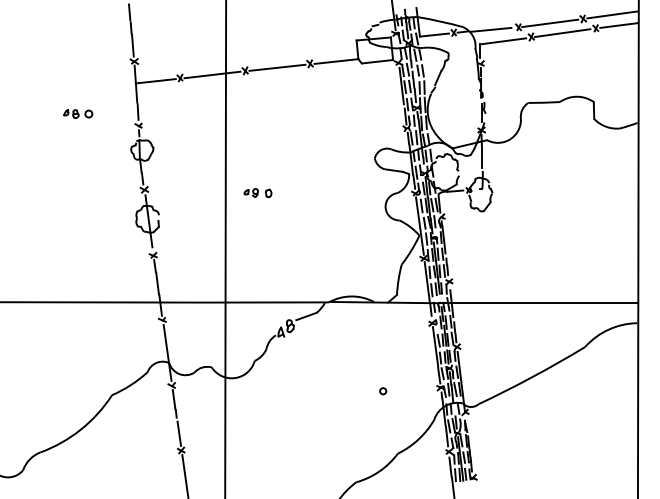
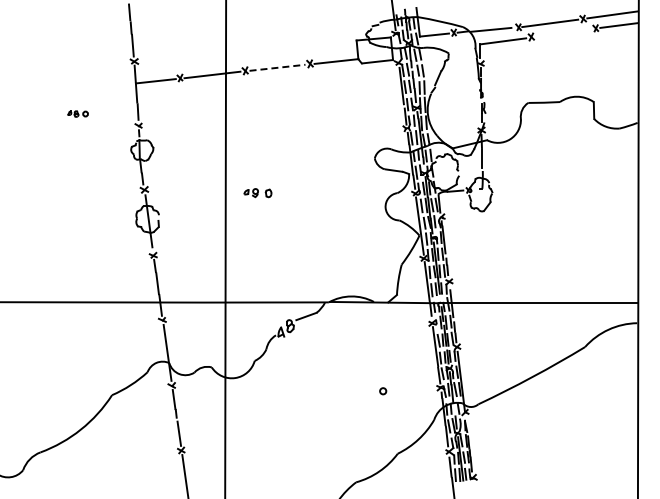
line at (562, 33): present -> none
line at (278, 67): solid -> dashed
part at (77, 113) size: 32x10 px -> 22x8 px
